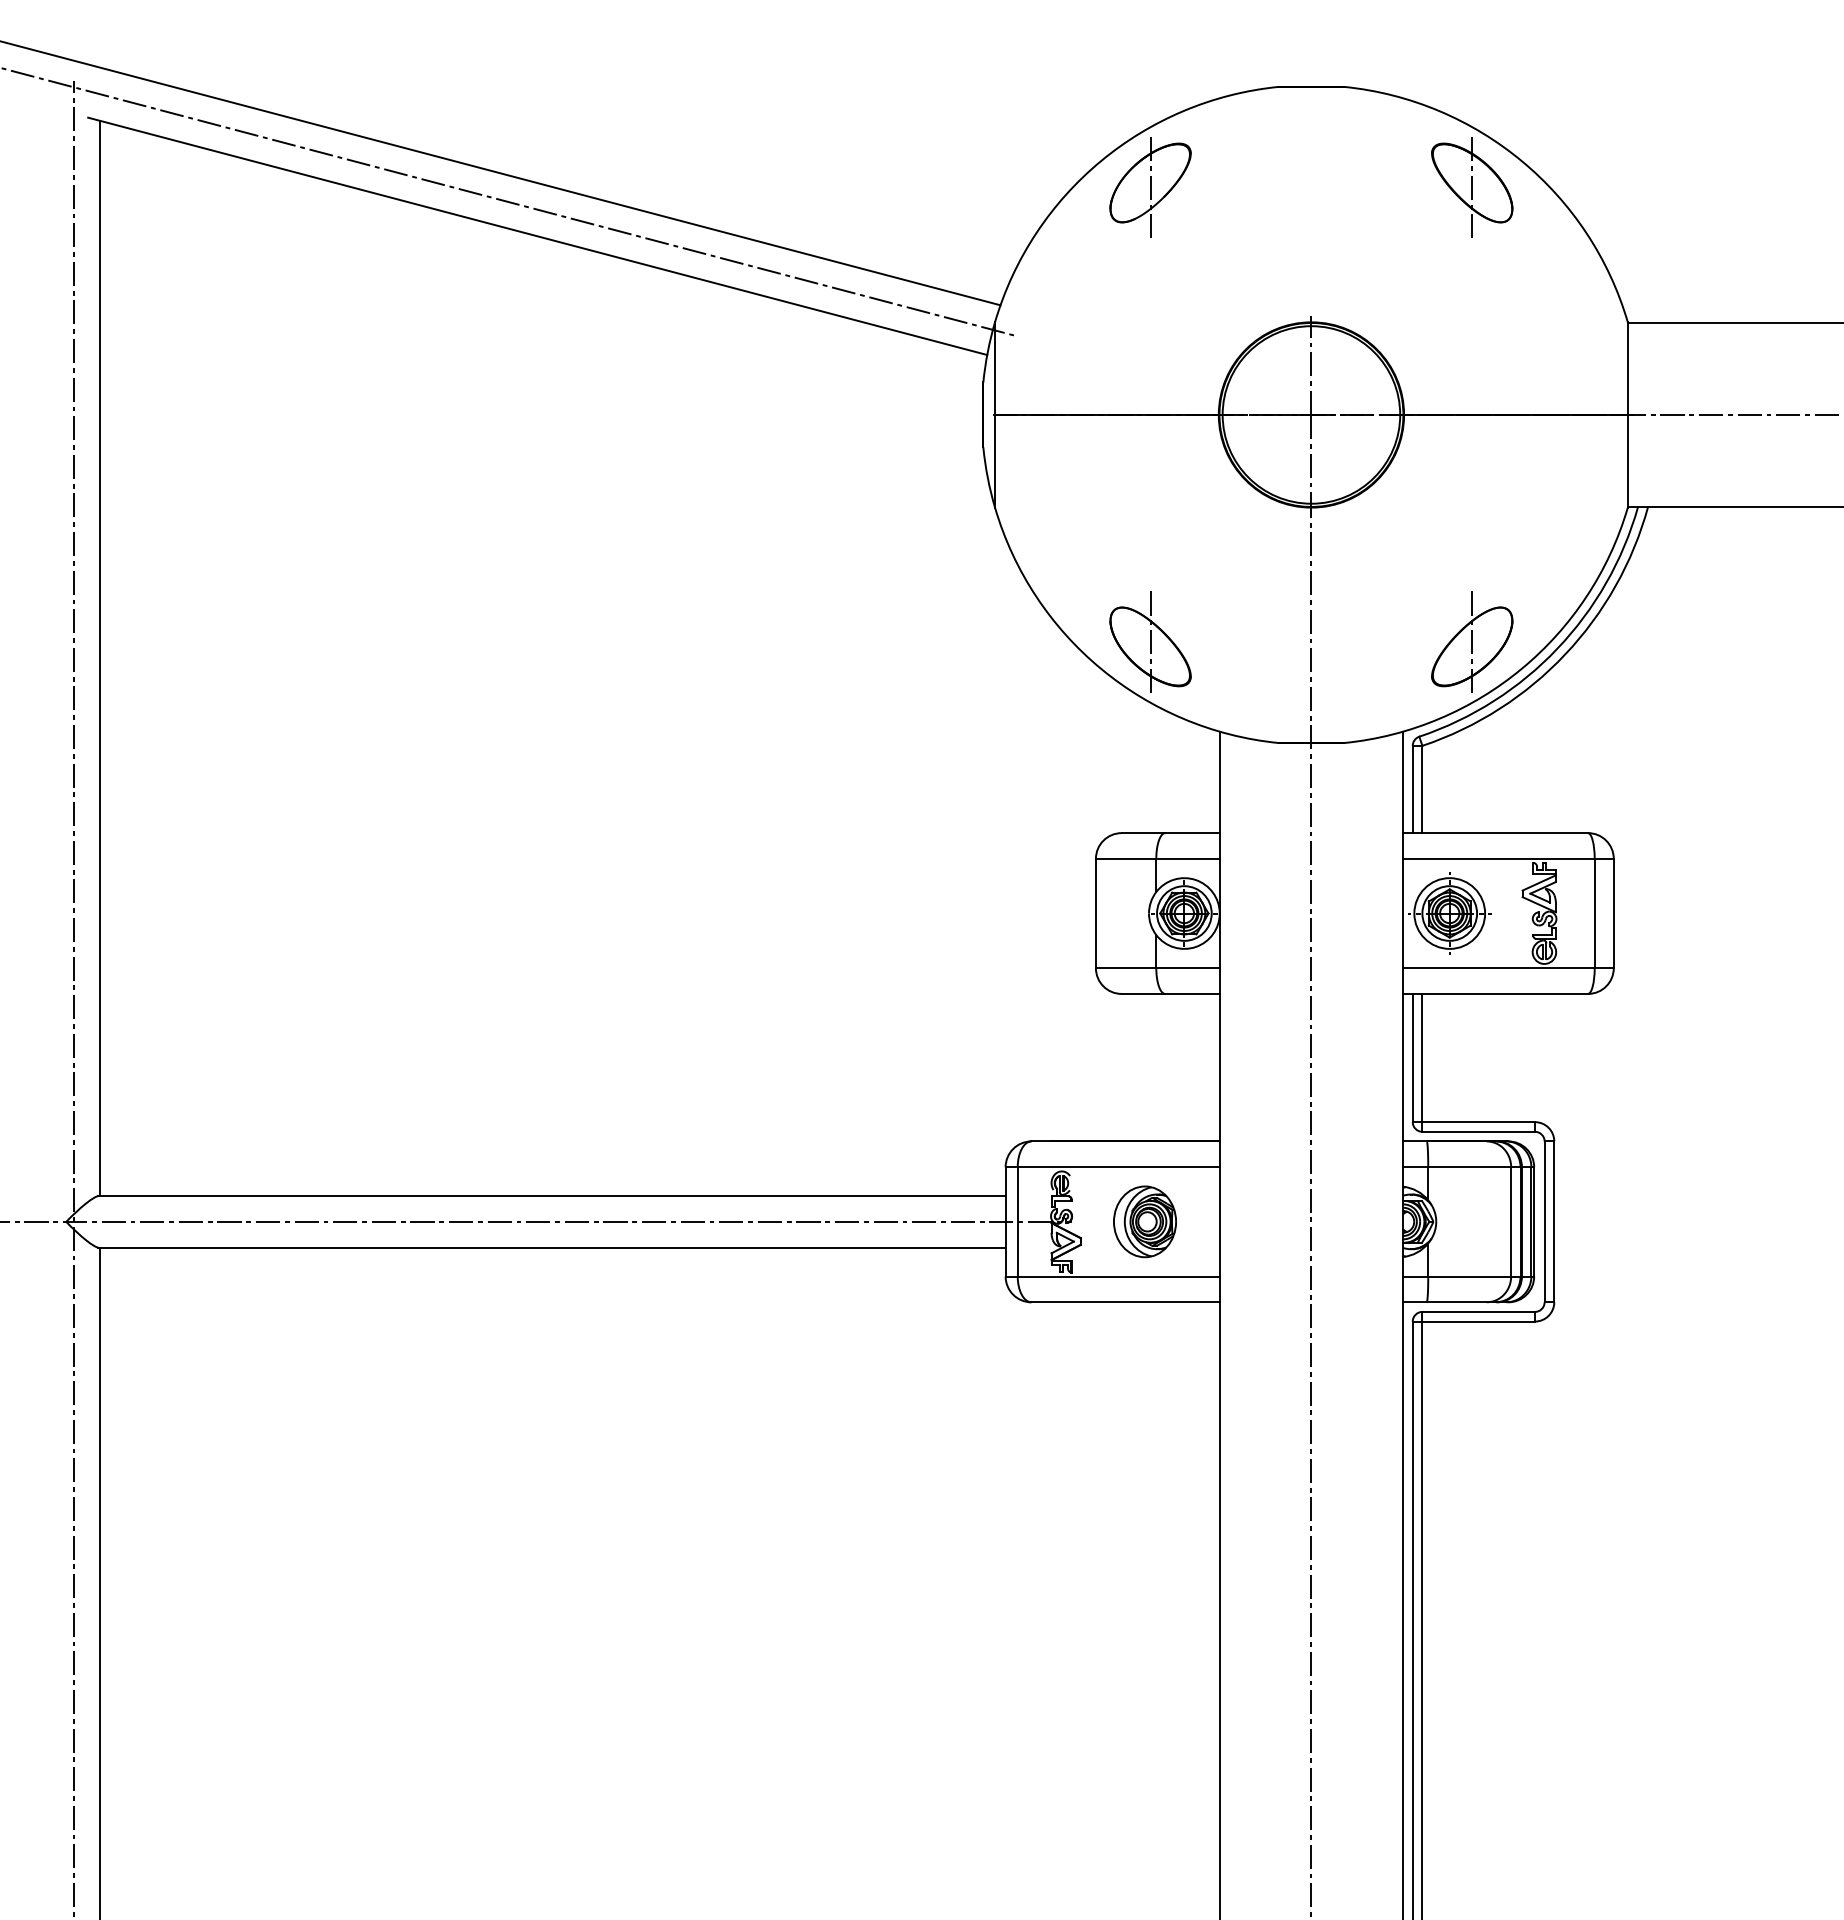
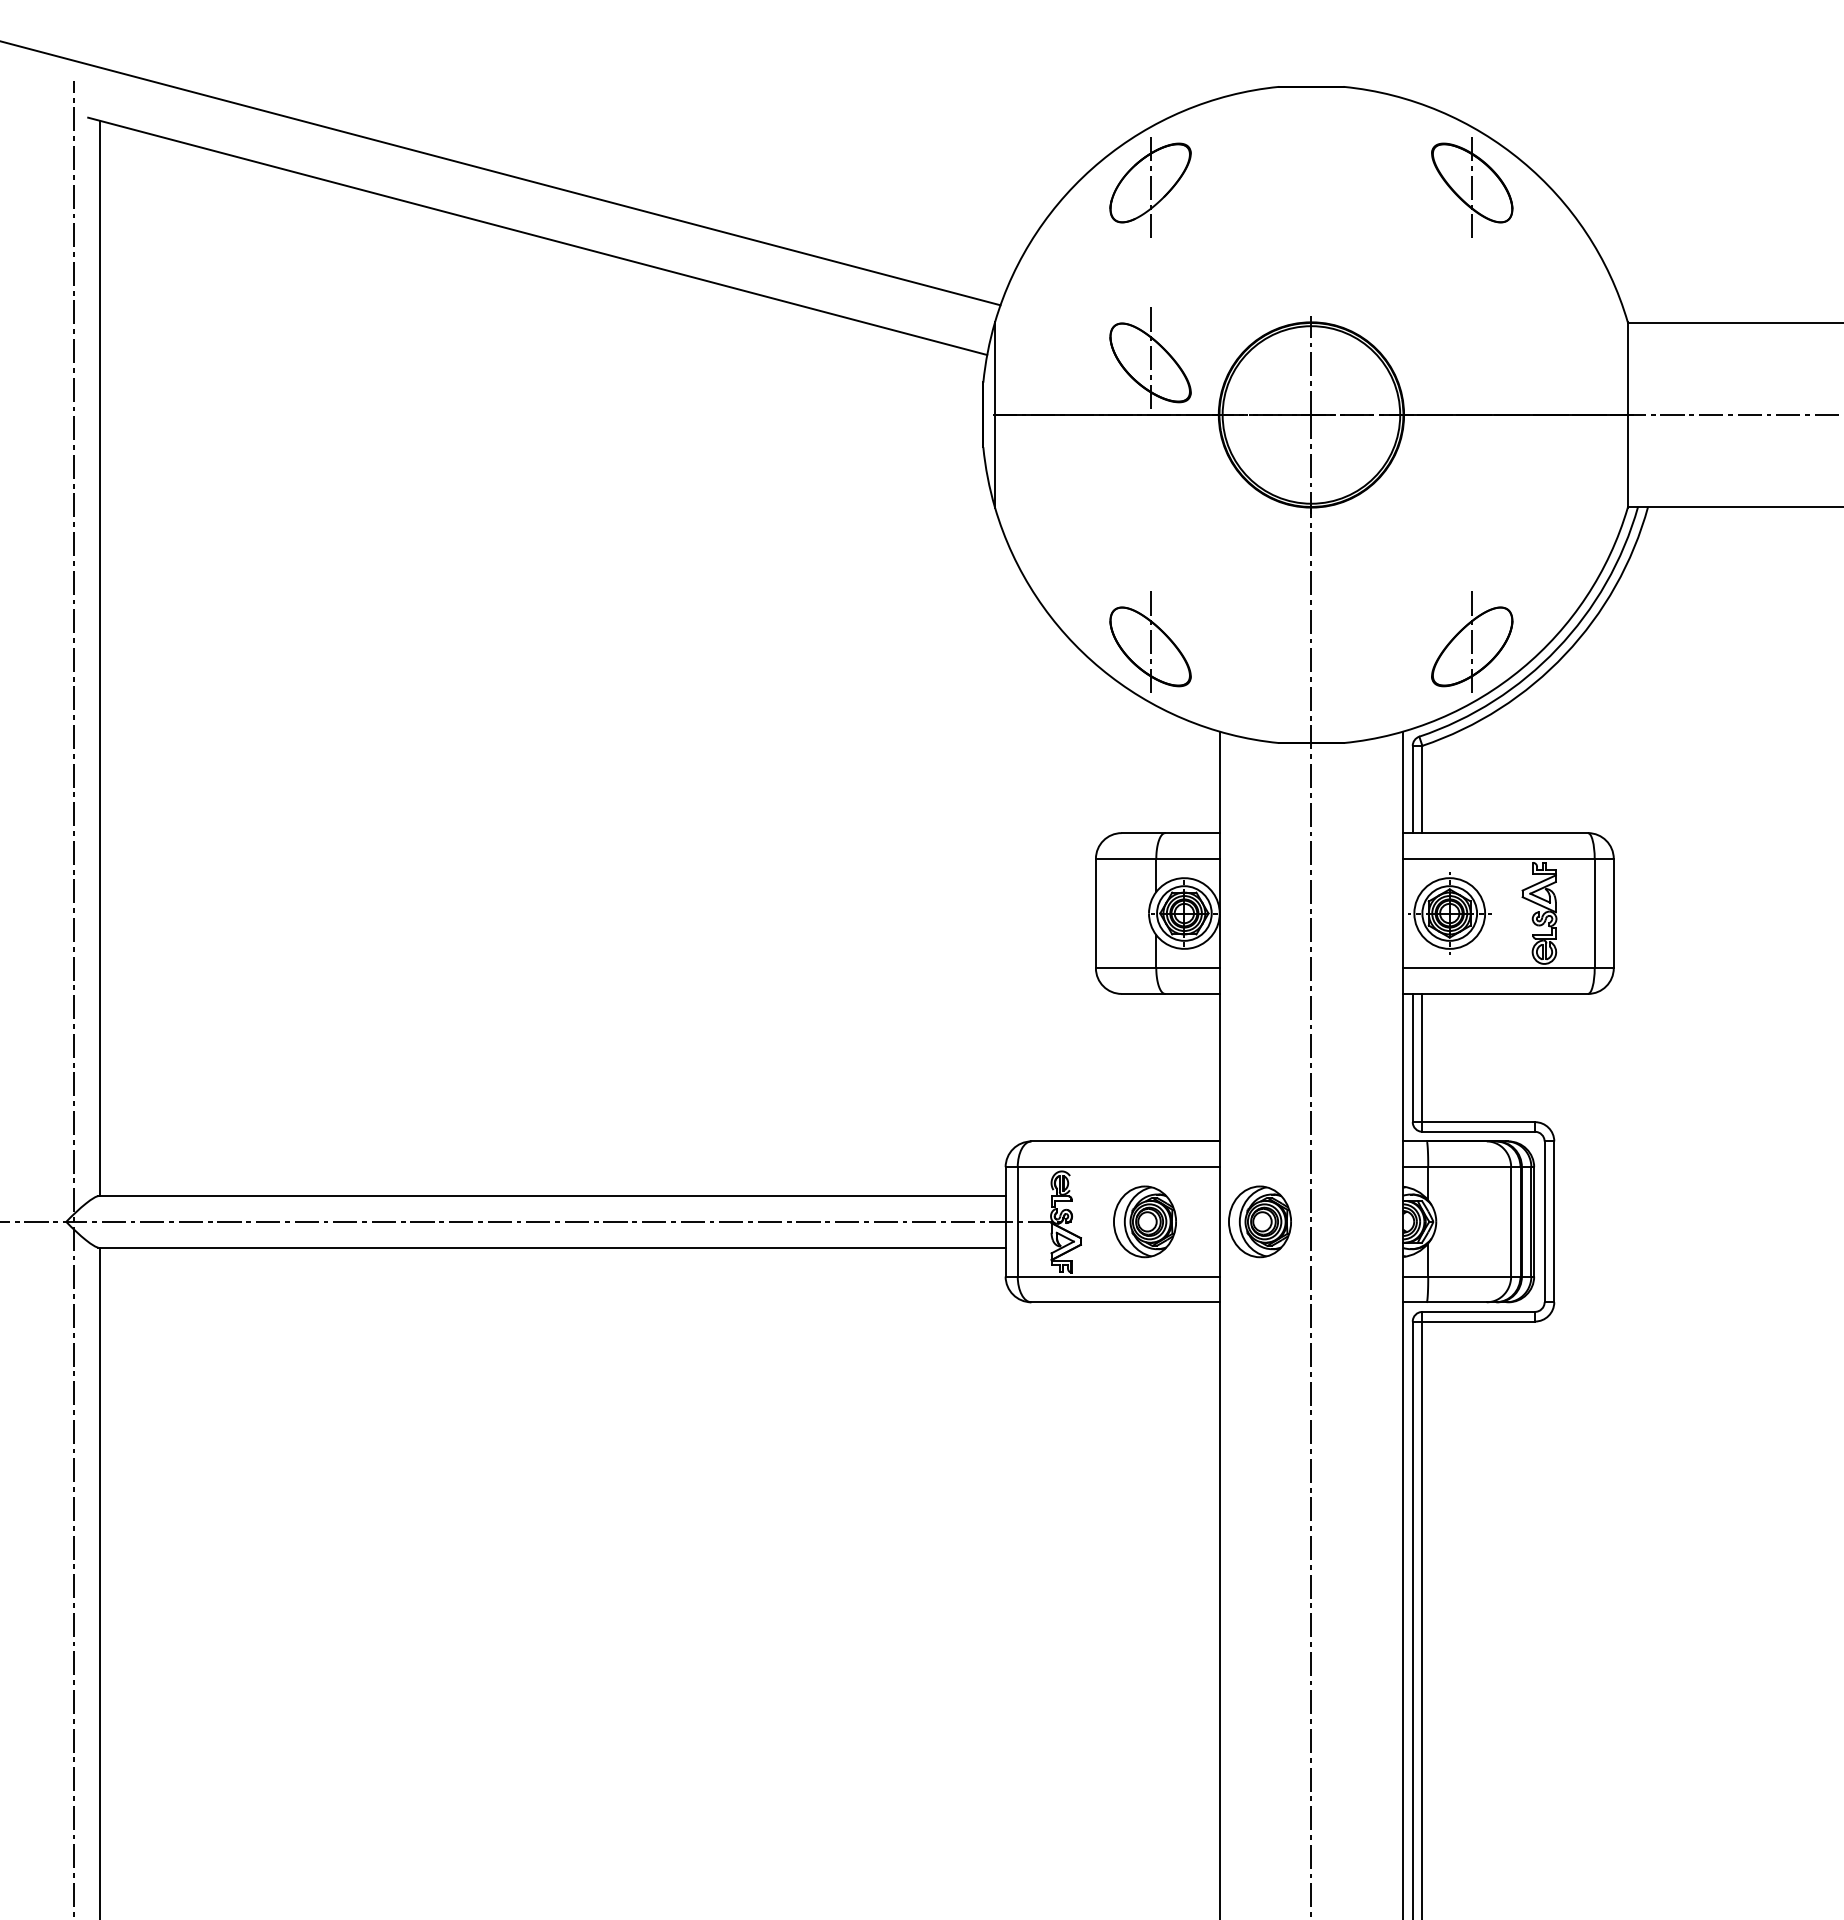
line at (510, 202): present -> none
part at (1150, 357): none -> present
part at (1259, 1221): none -> present
